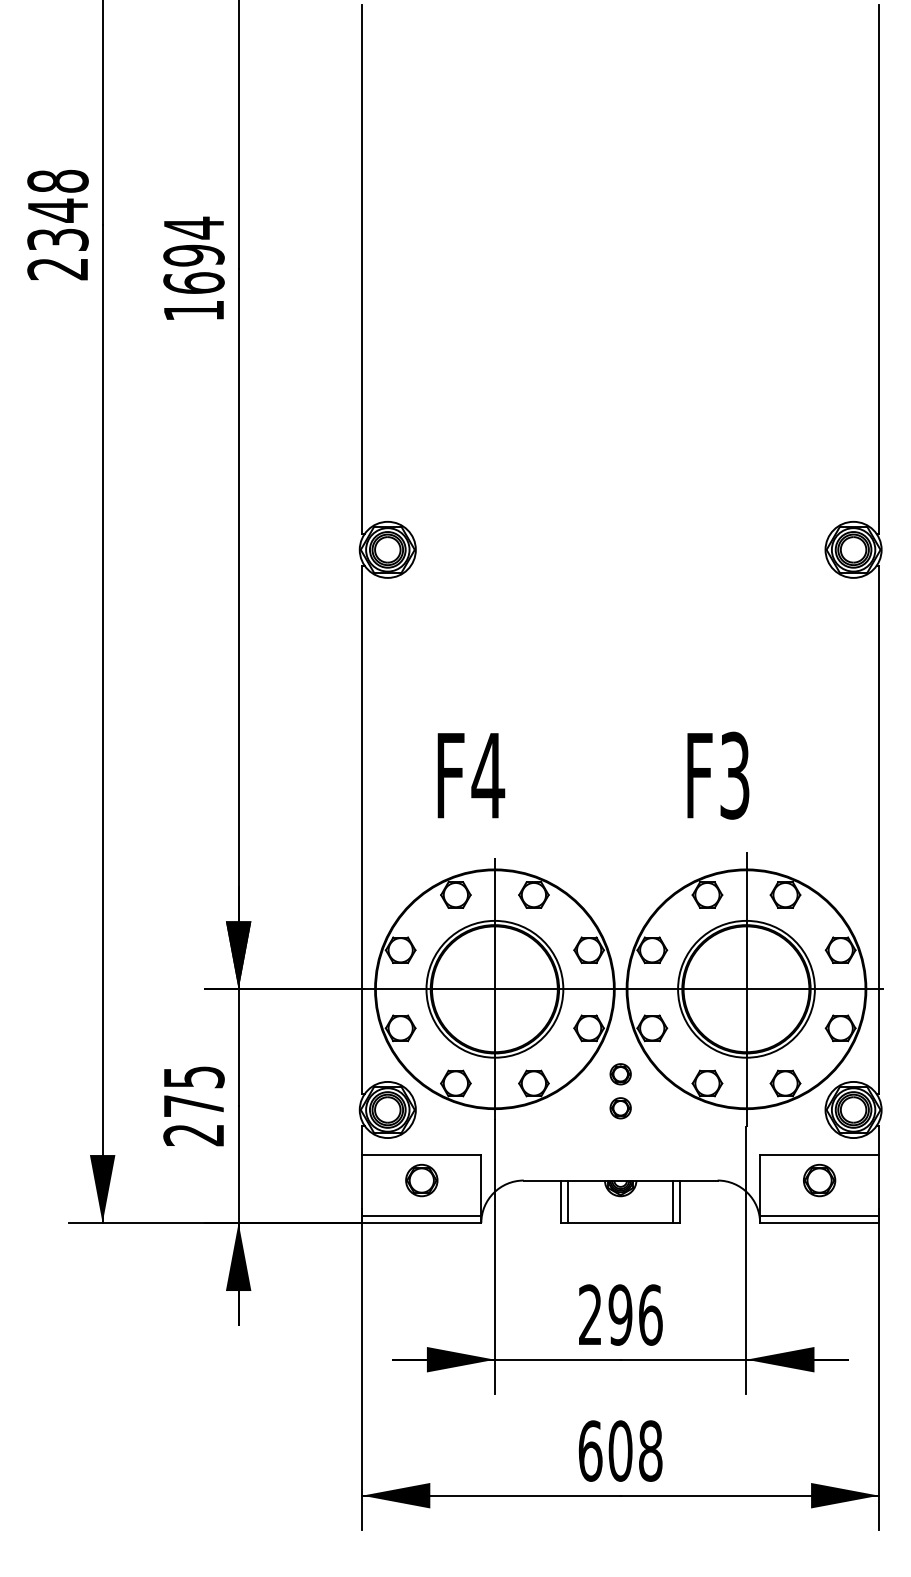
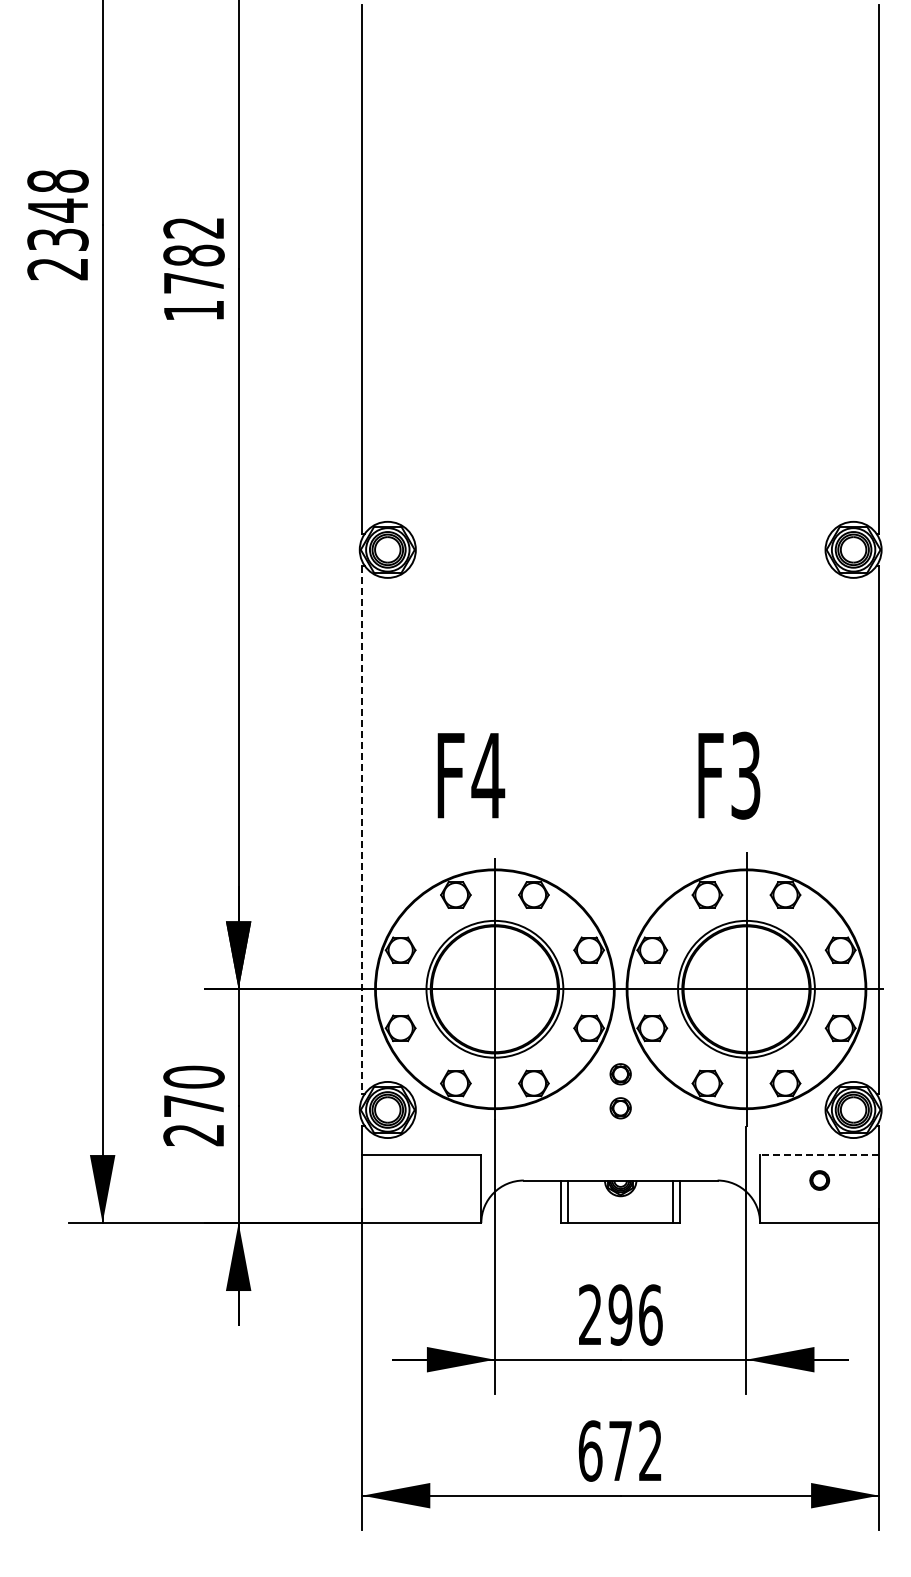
text at (193, 254): 1694 -> 1782
text at (718, 775) position: (718, 775) -> (729, 775)
line at (362, 830): solid -> dashed
text at (193, 1076): 275 -> 270
line at (819, 1155): solid -> dashed
part at (421, 1180): present -> none
part at (819, 1180) size: 34x35 px -> 22x21 px
line at (421, 1216): present -> none
line at (819, 1216): present -> none
text at (635, 1450): 608 -> 672
